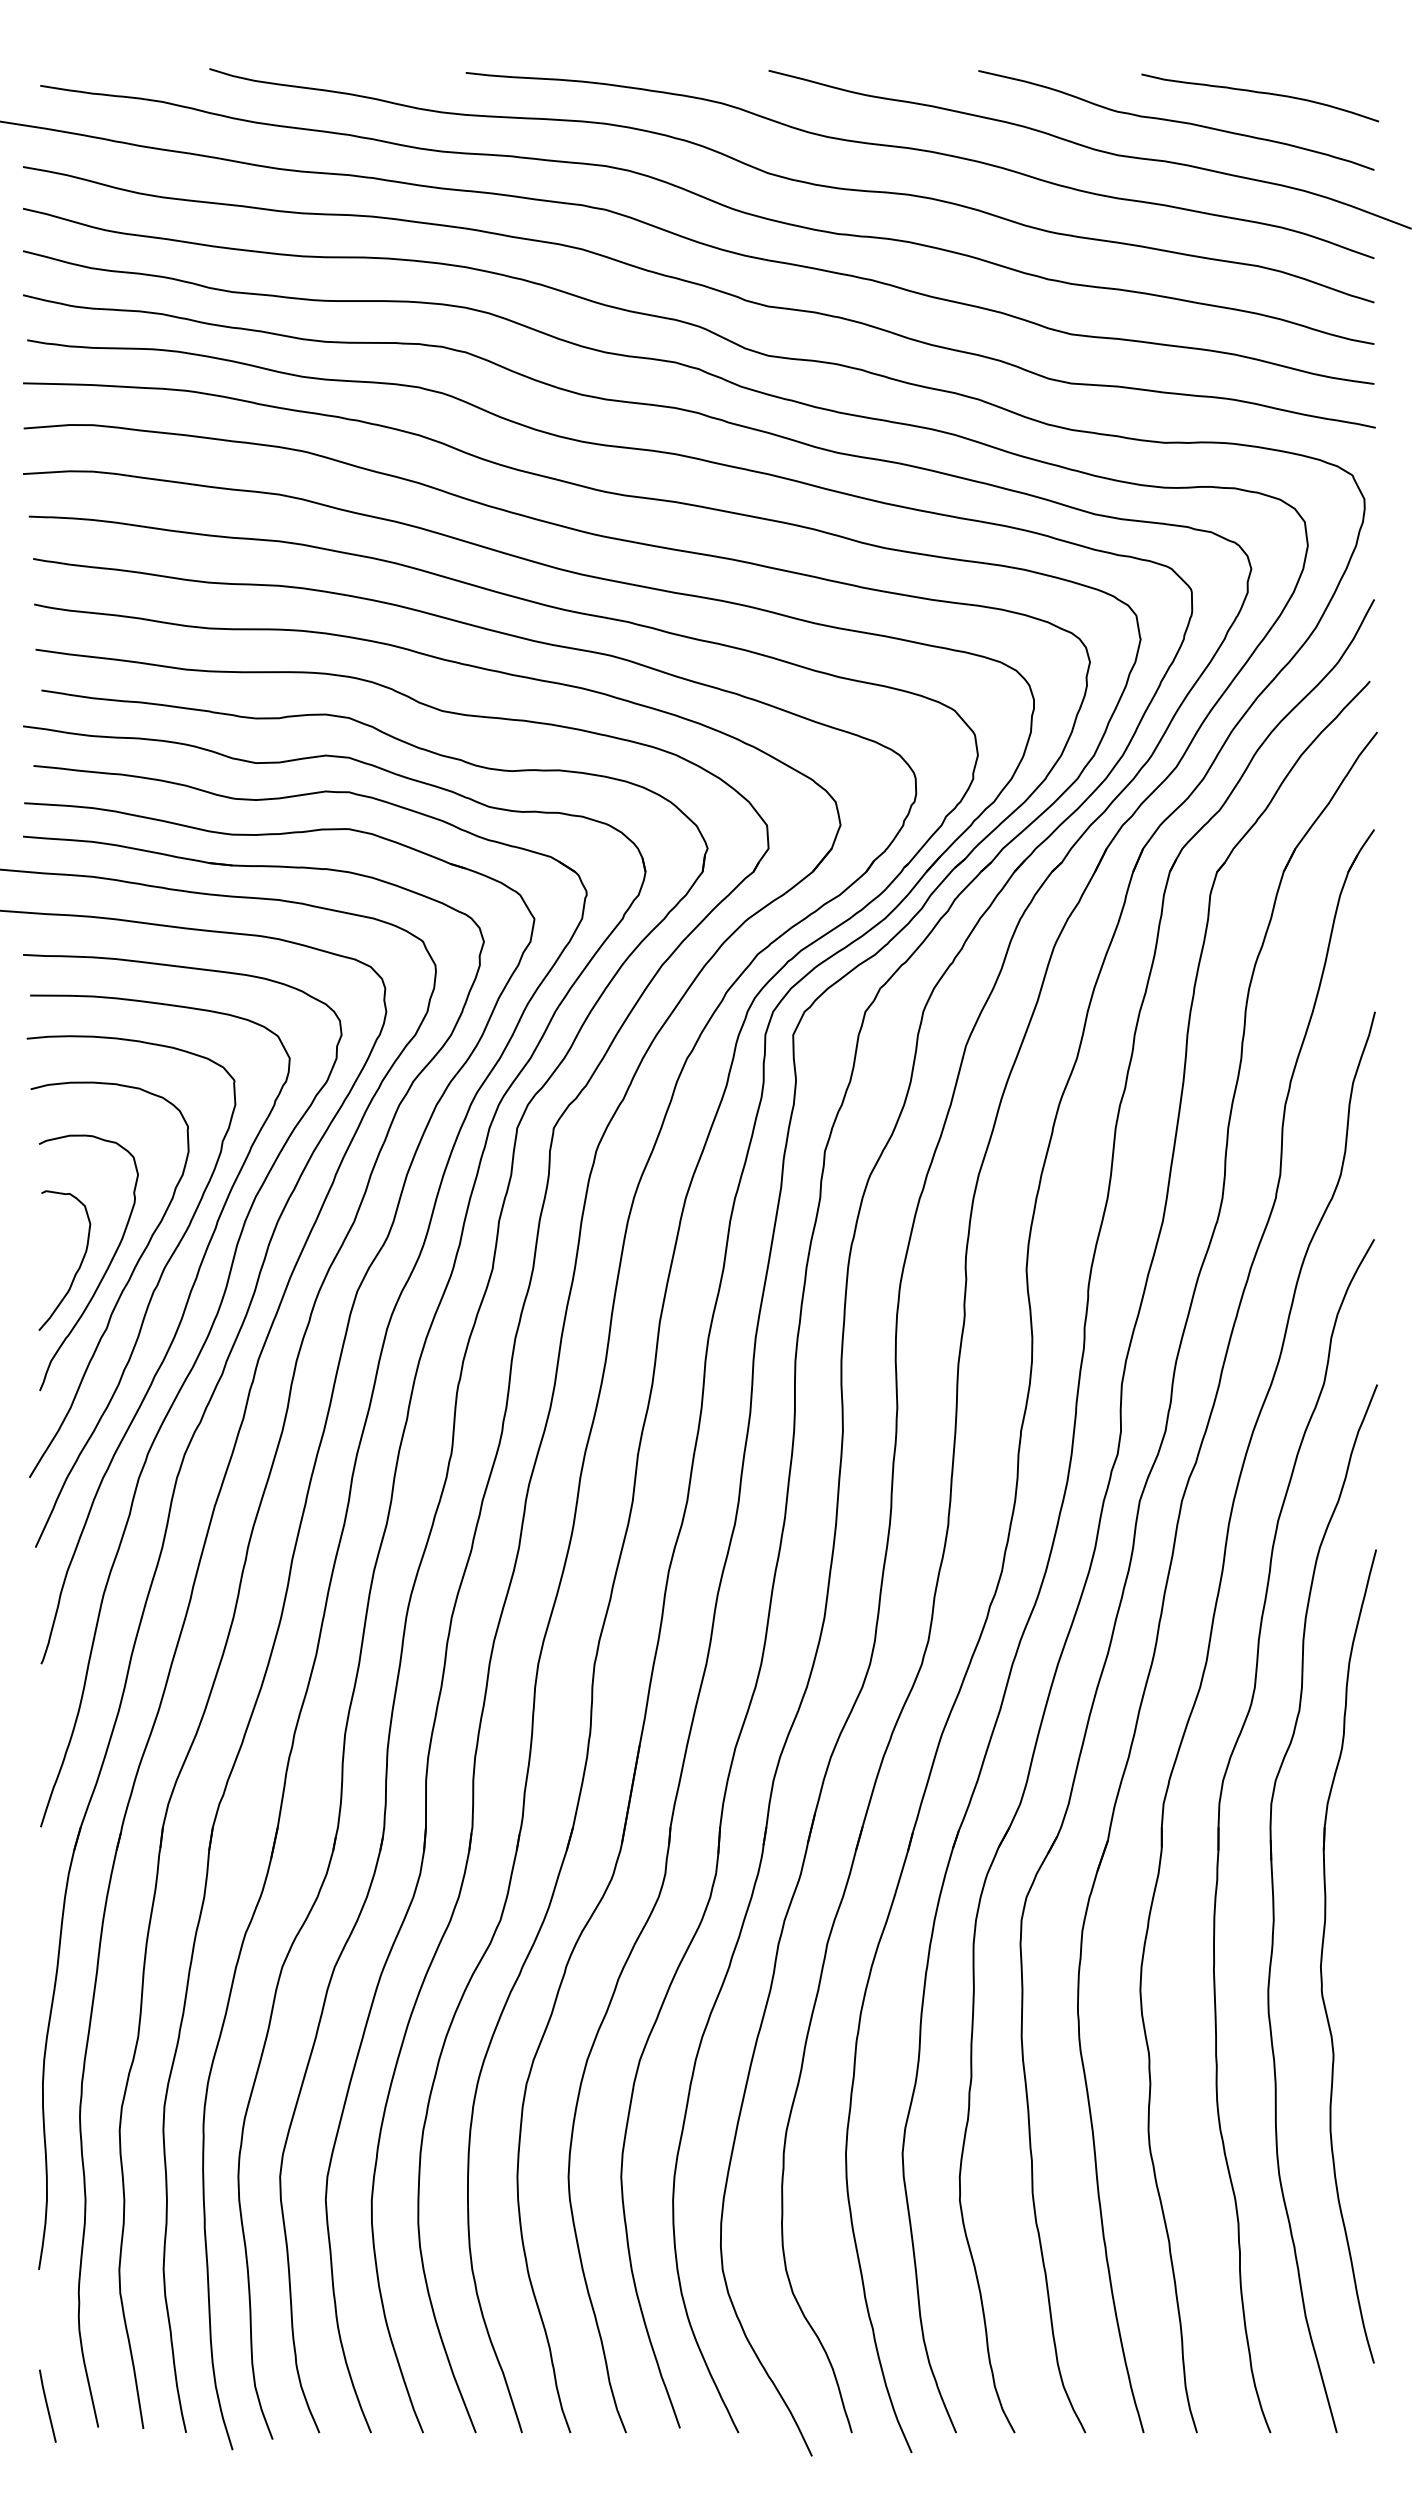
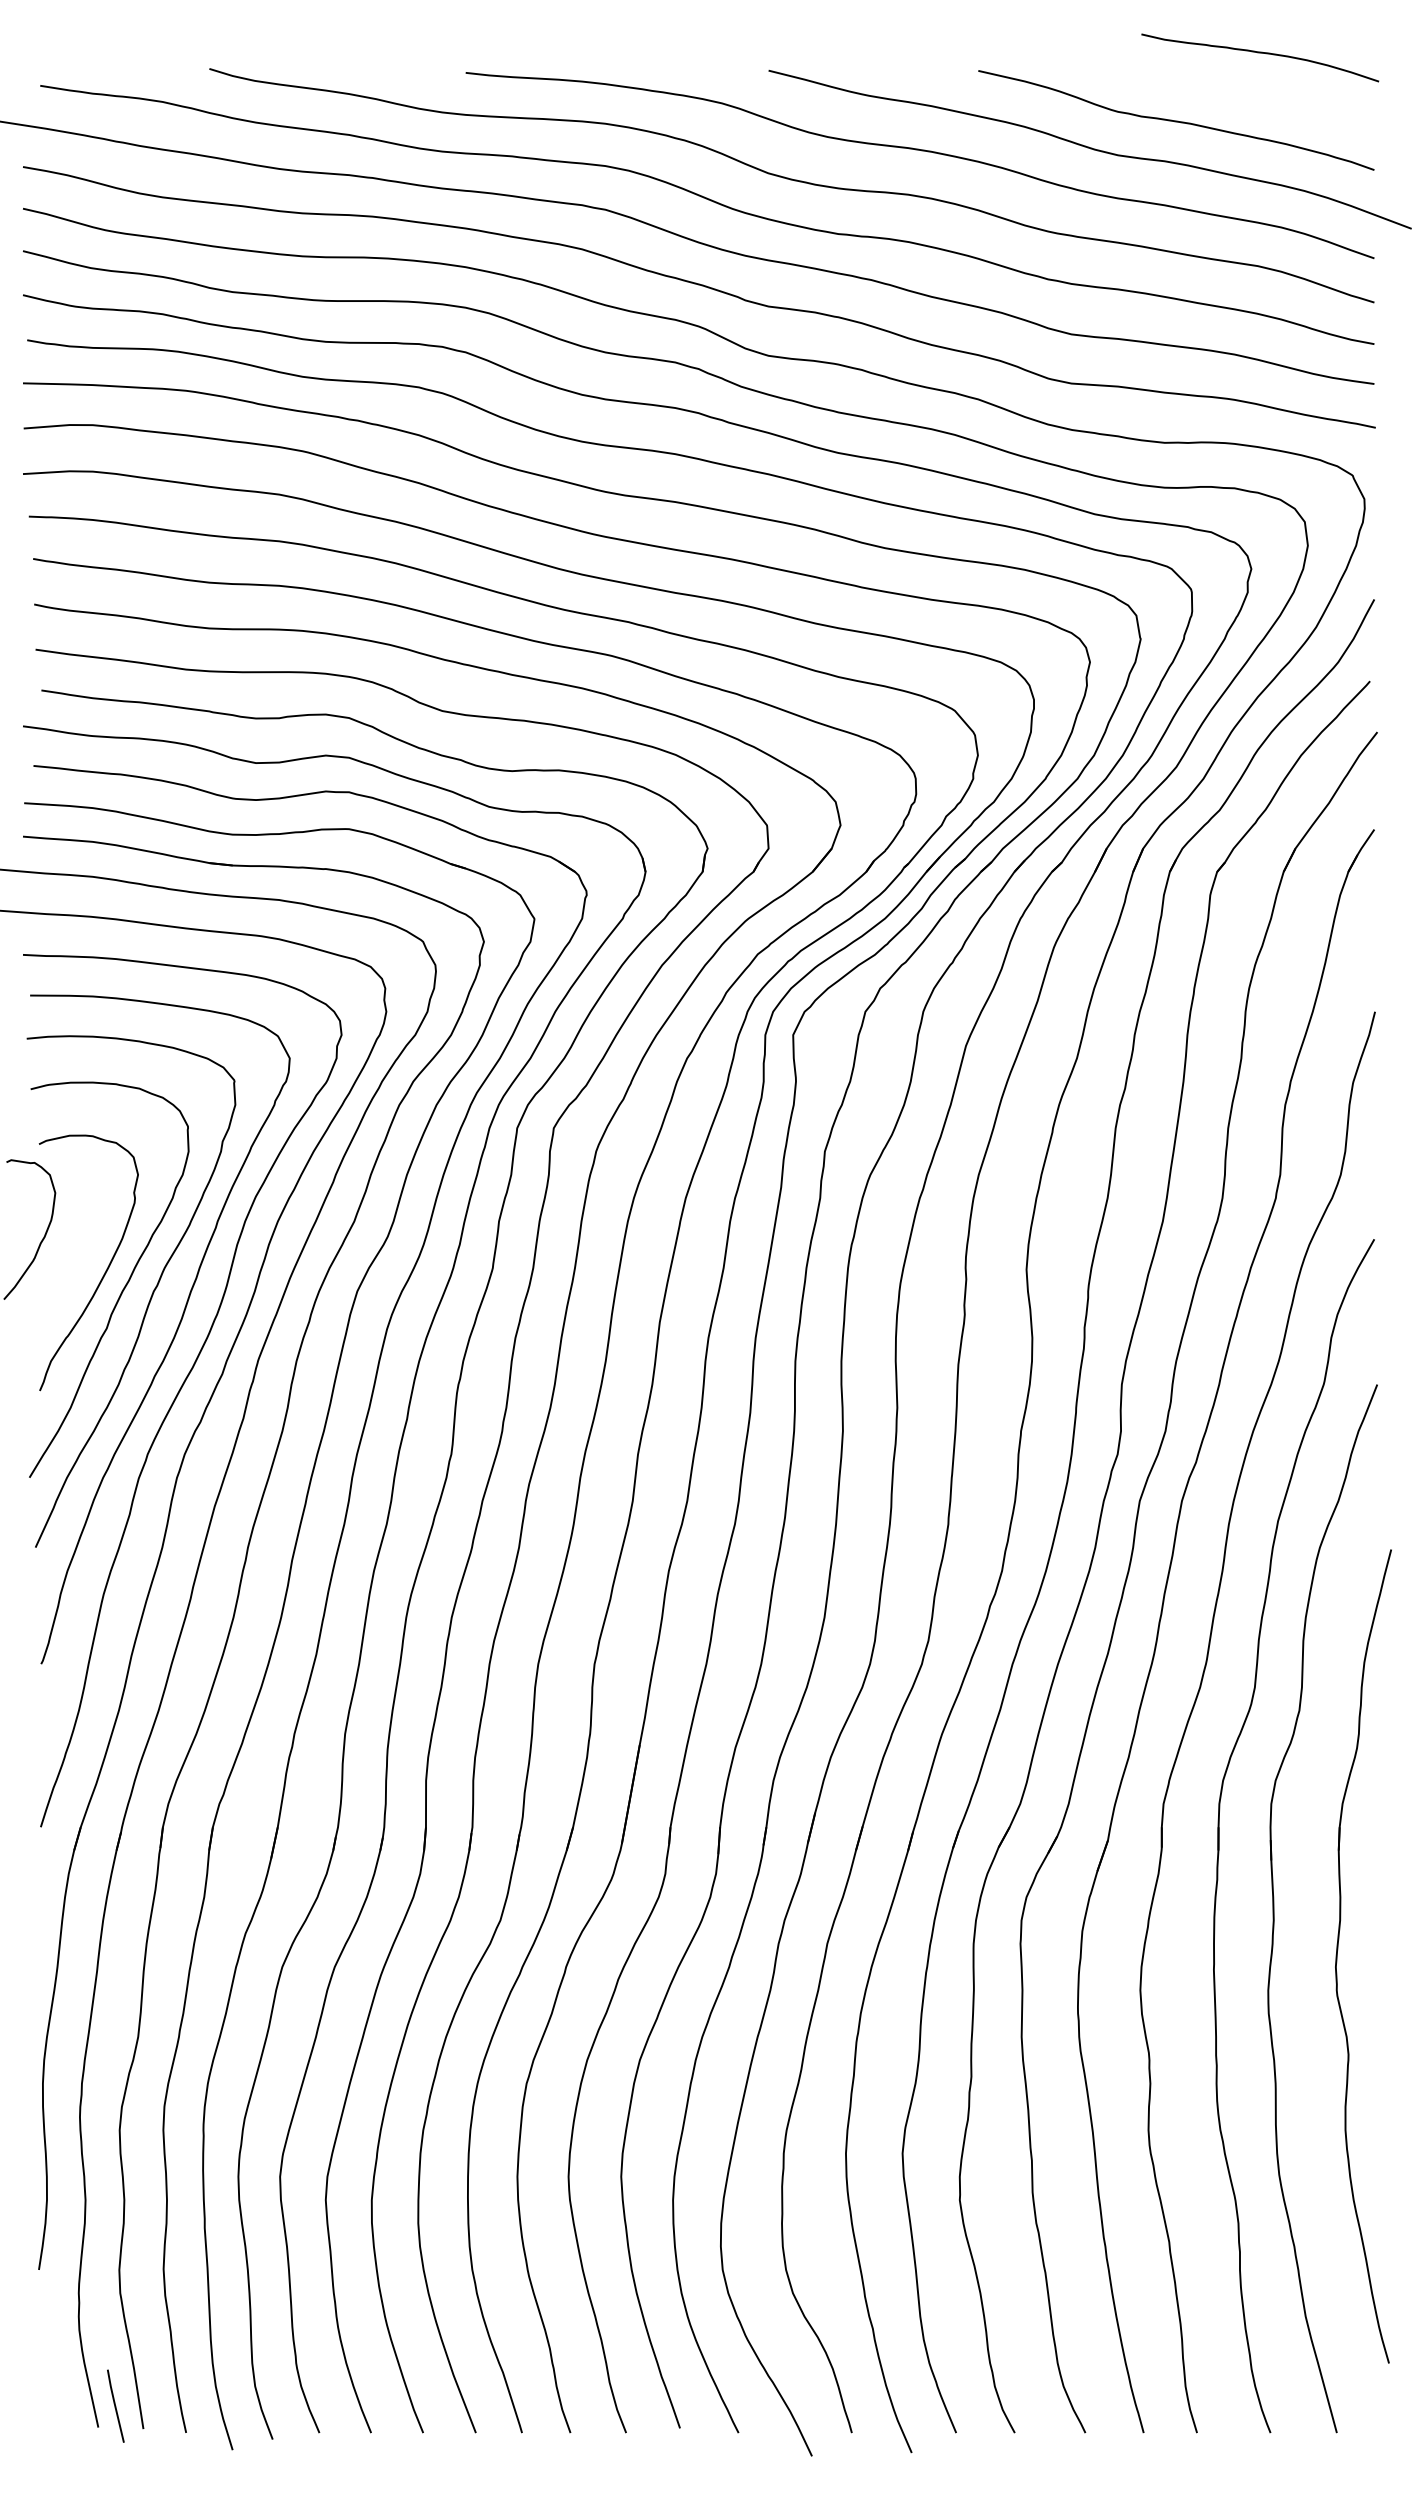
curve at (1260, 93) position: (1260, 93) -> (1260, 53)
curve at (78, 1267) position: (78, 1267) -> (43, 1236)
part at (1323, 1949) position: (1323, 1949) -> (1338, 1949)
line at (47, 2405) position: (47, 2405) -> (115, 2405)
